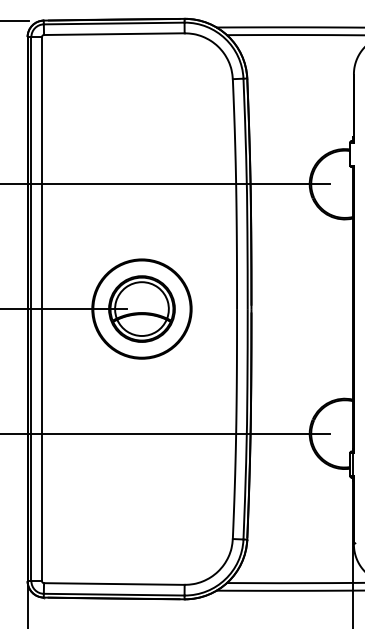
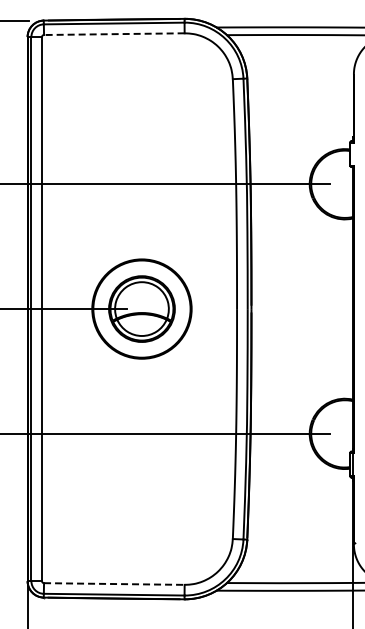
line at (113, 34): solid -> dashed
line at (114, 584): solid -> dashed
